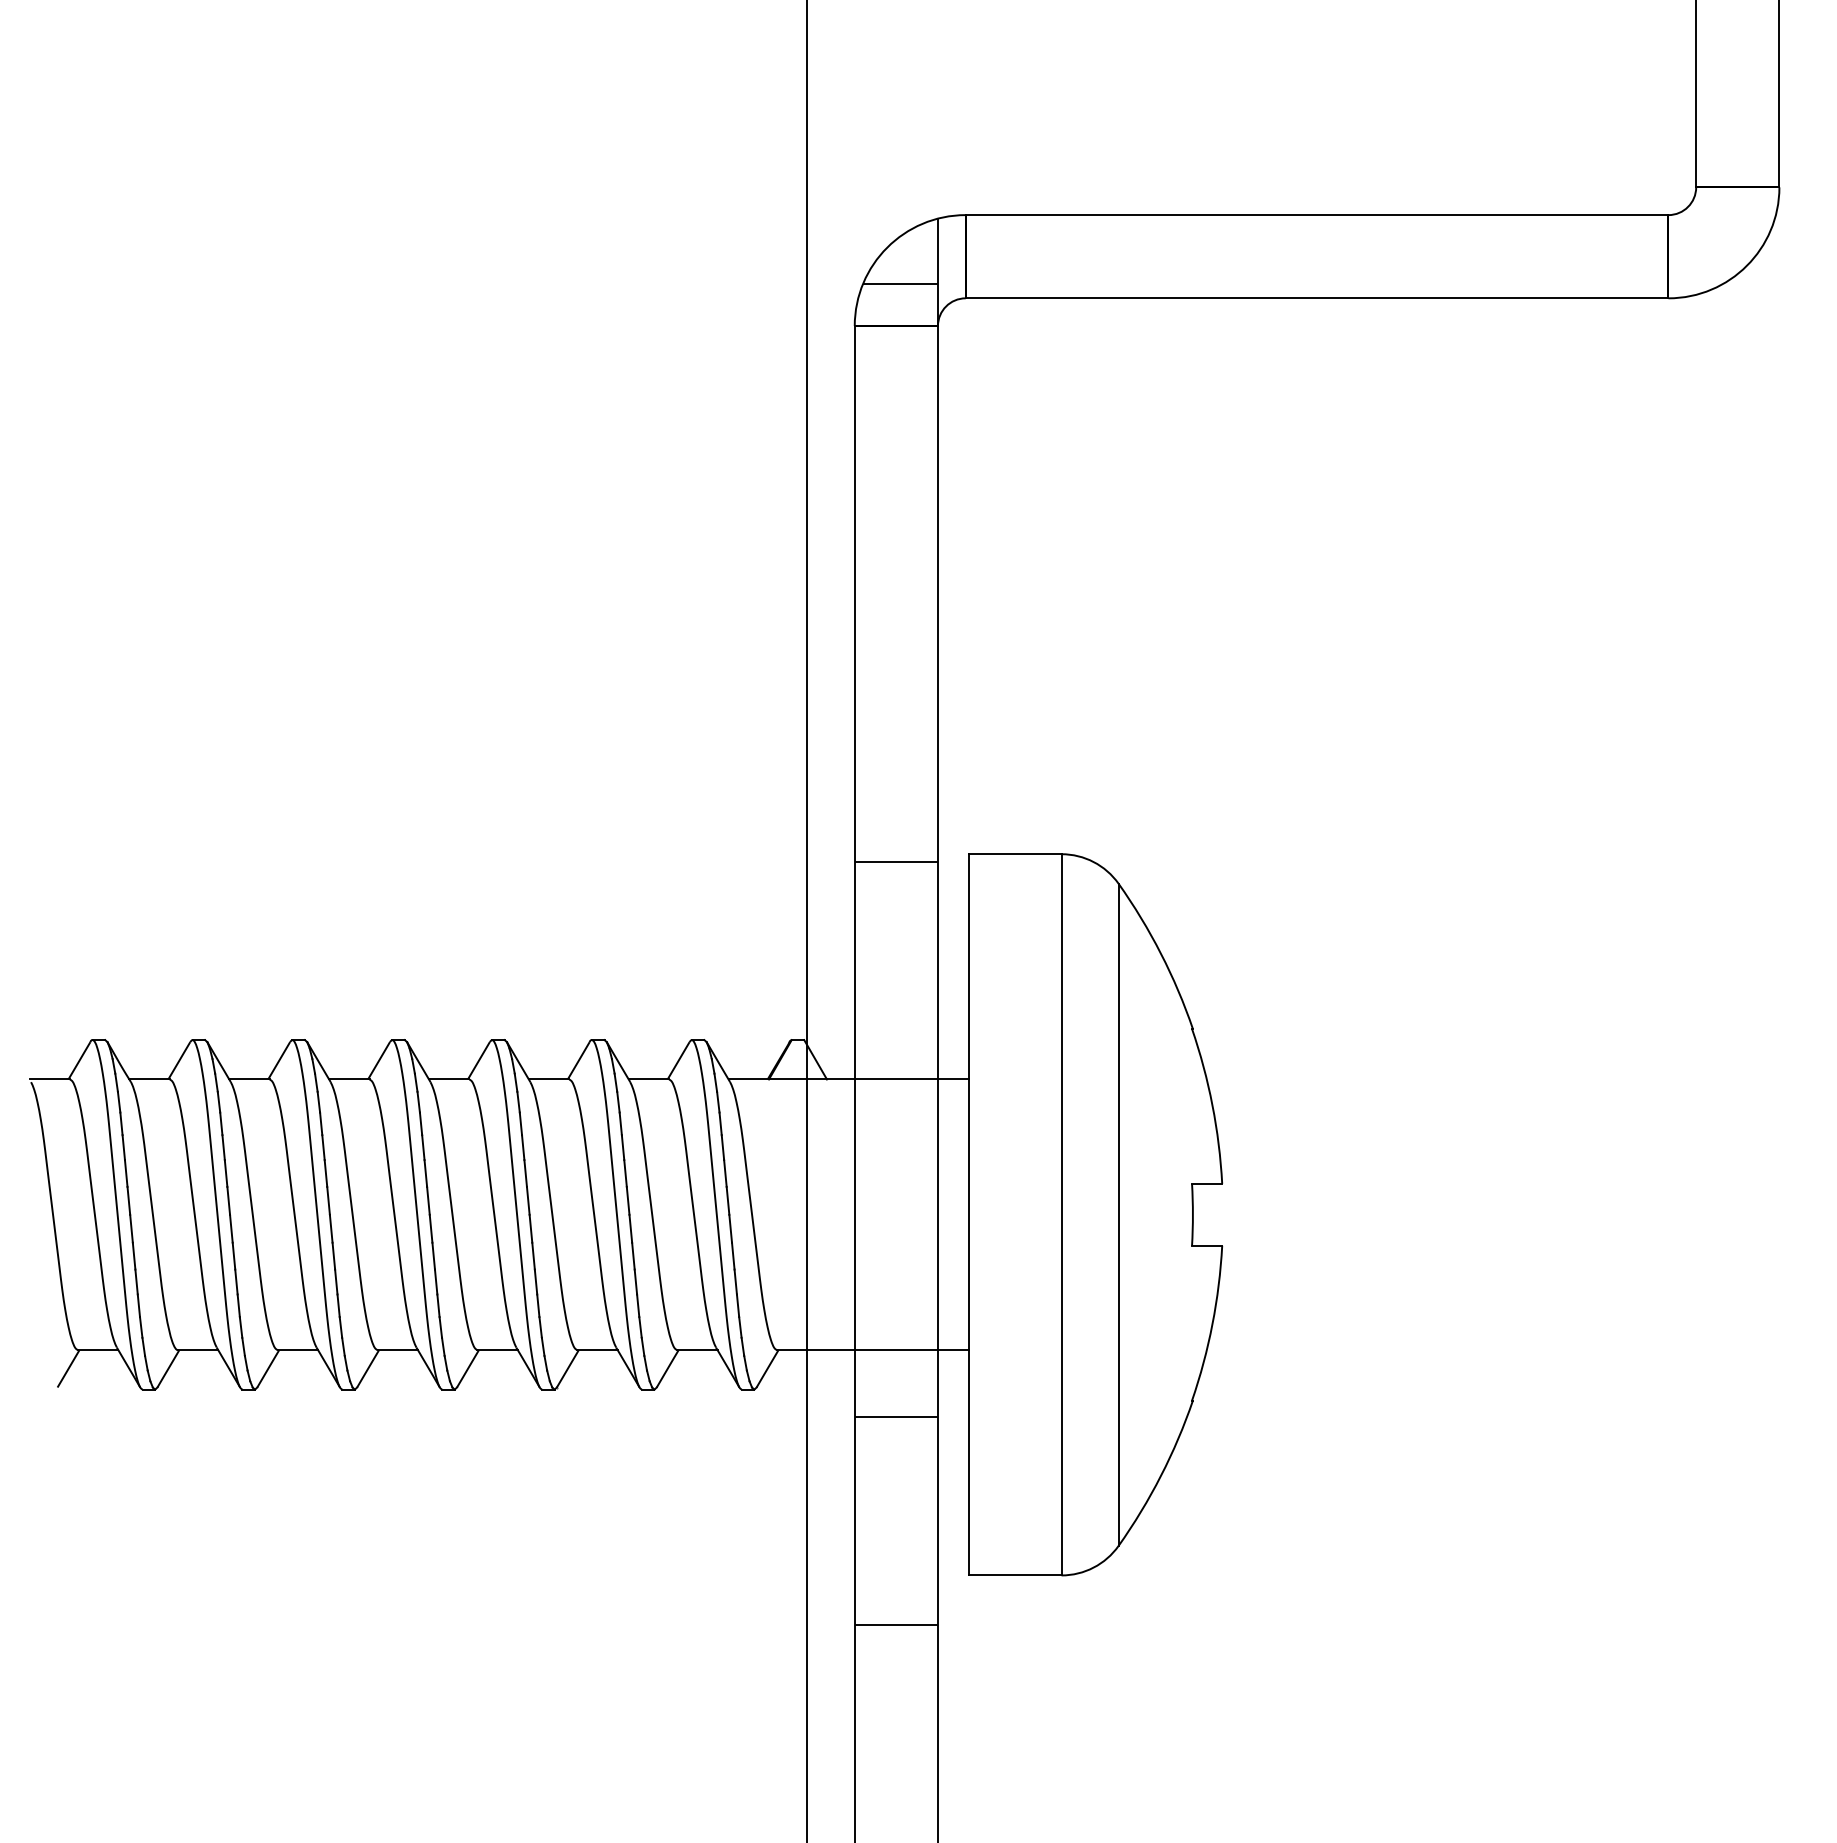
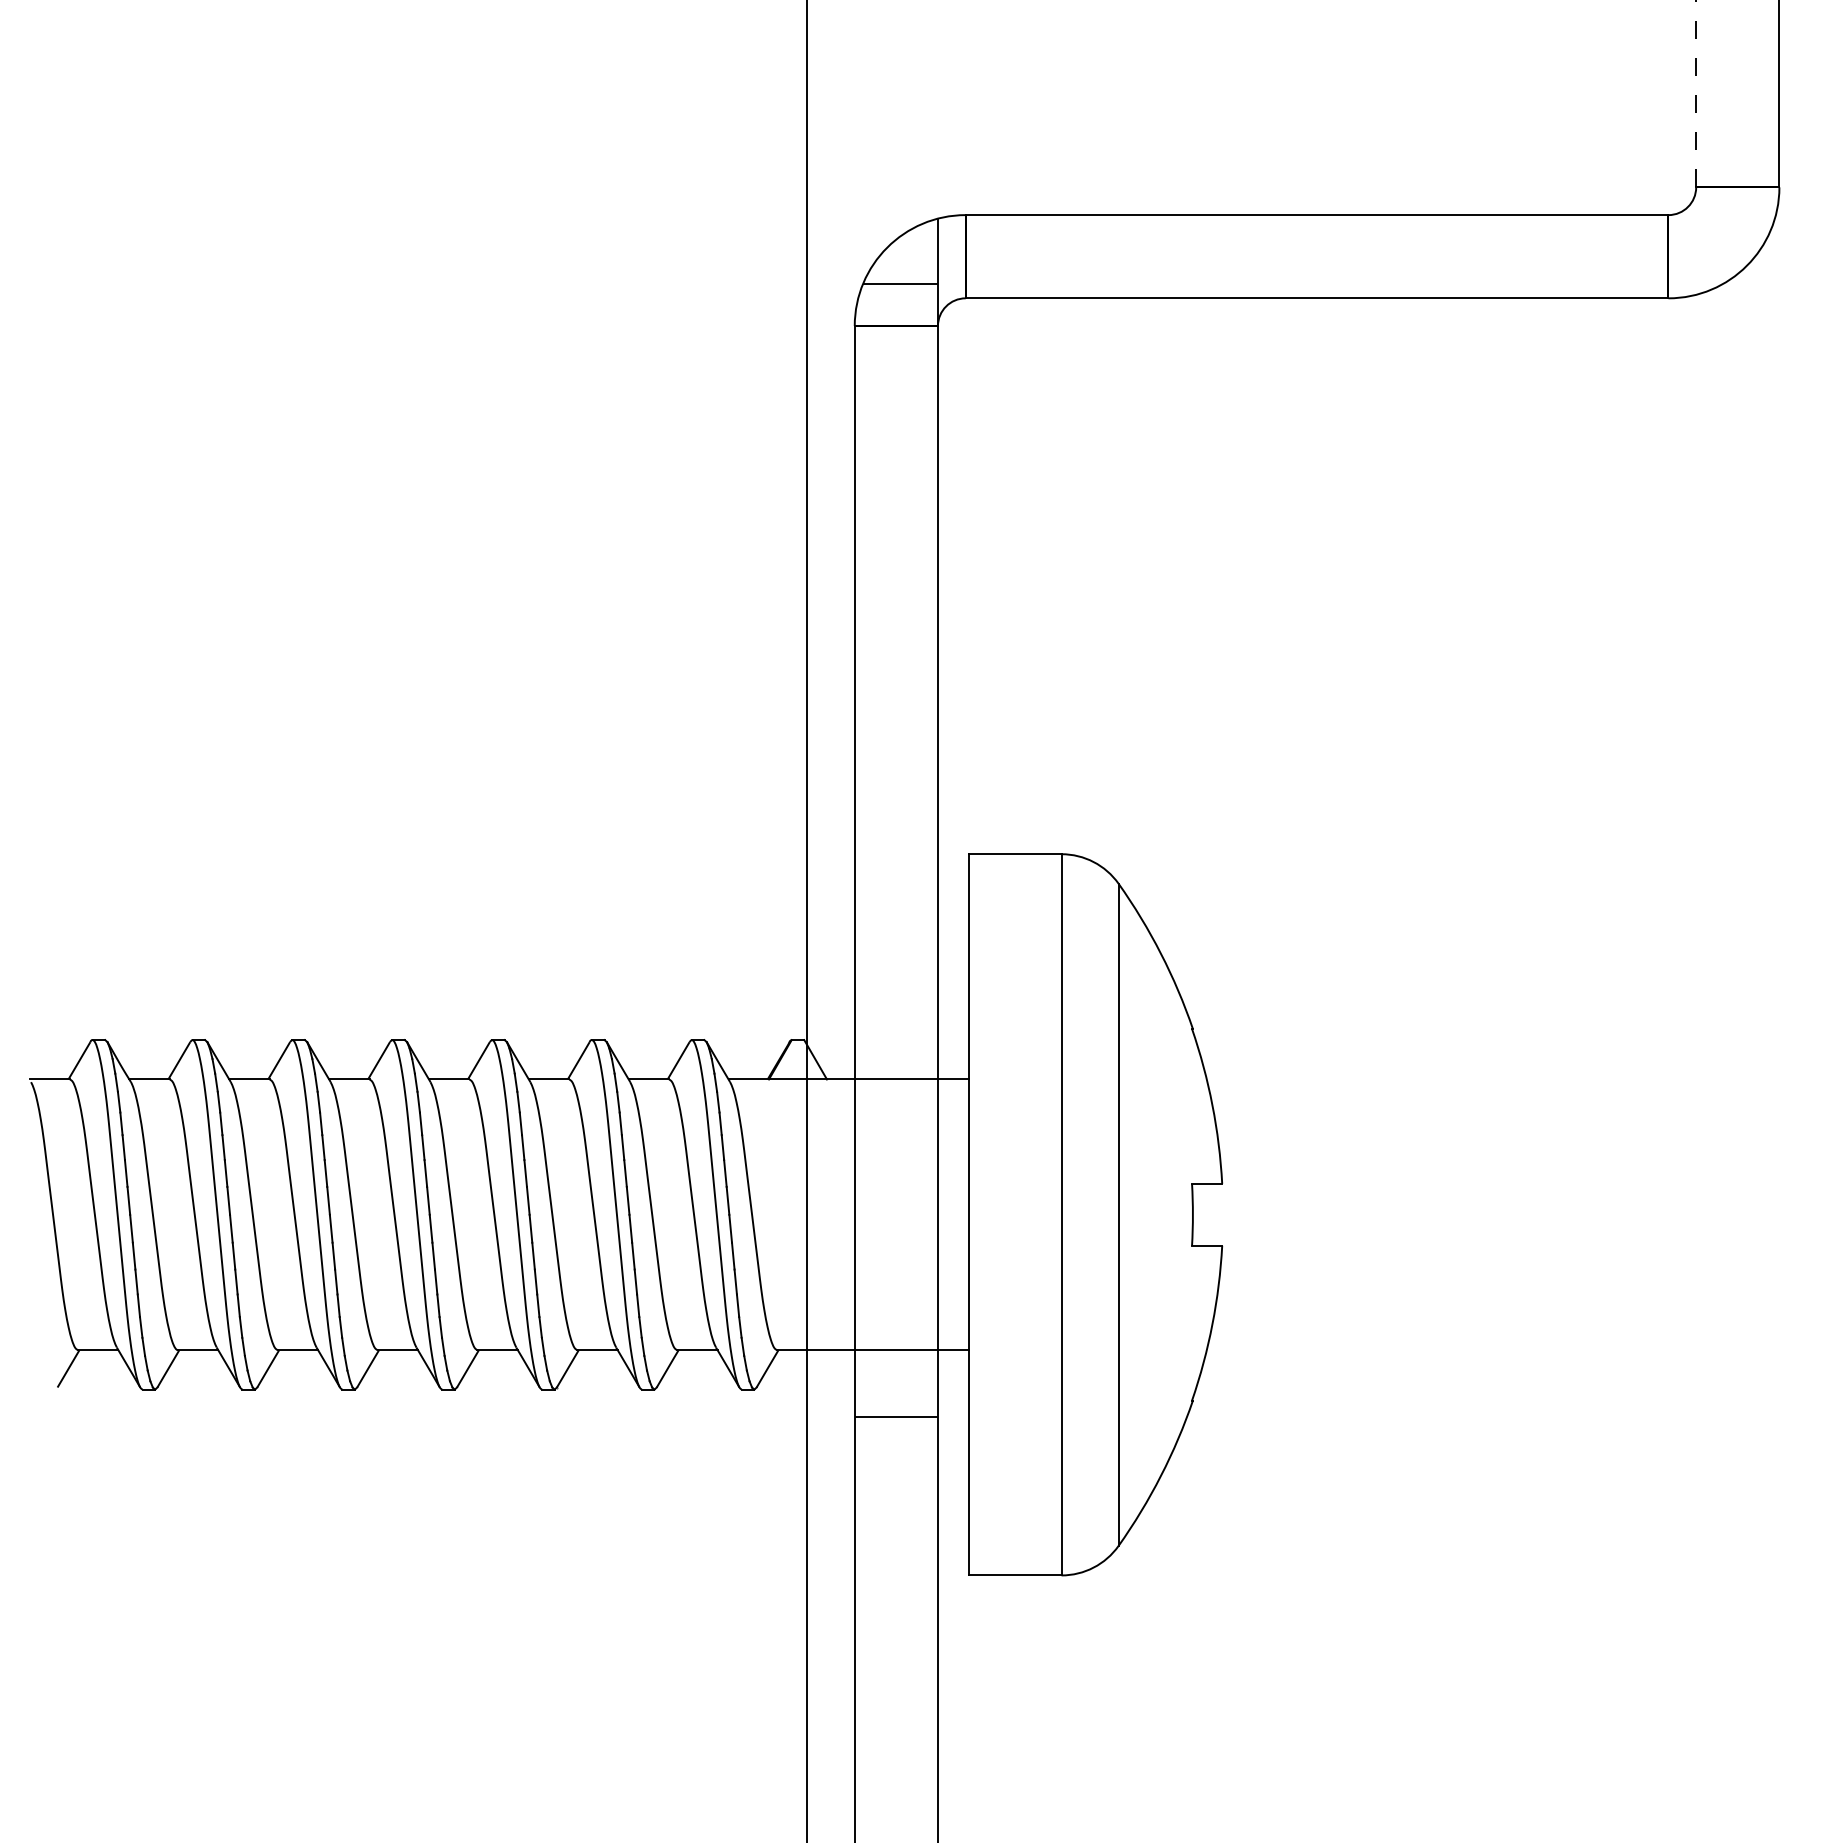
line at (1696, 93): solid -> dashed
line at (895, 862): present -> none
line at (895, 1625): present -> none
